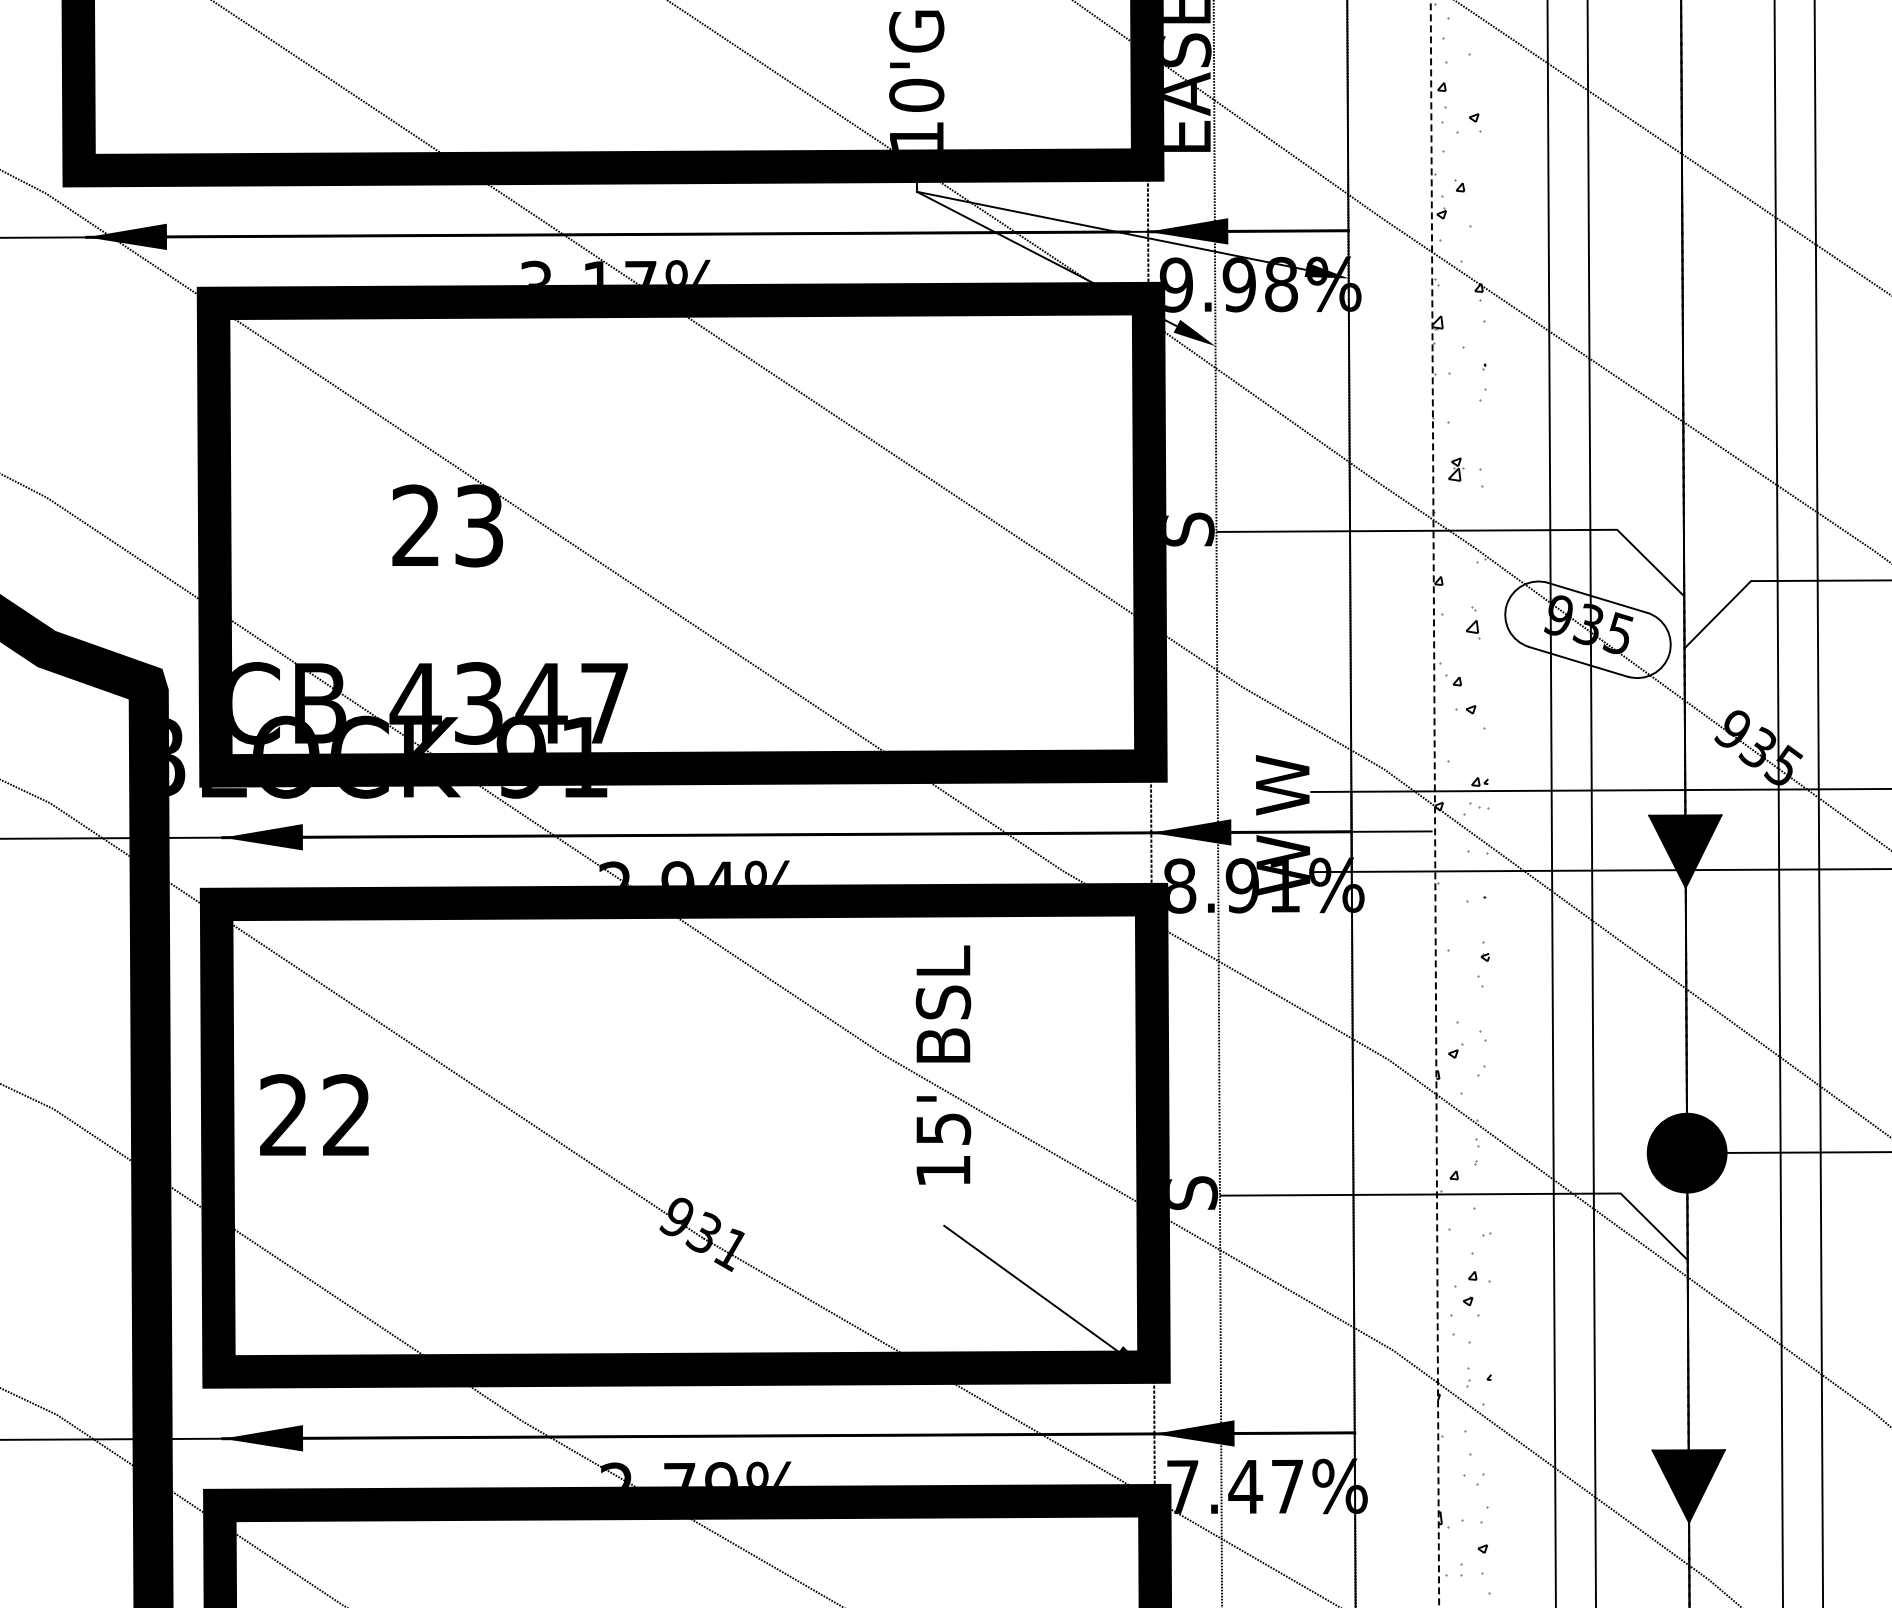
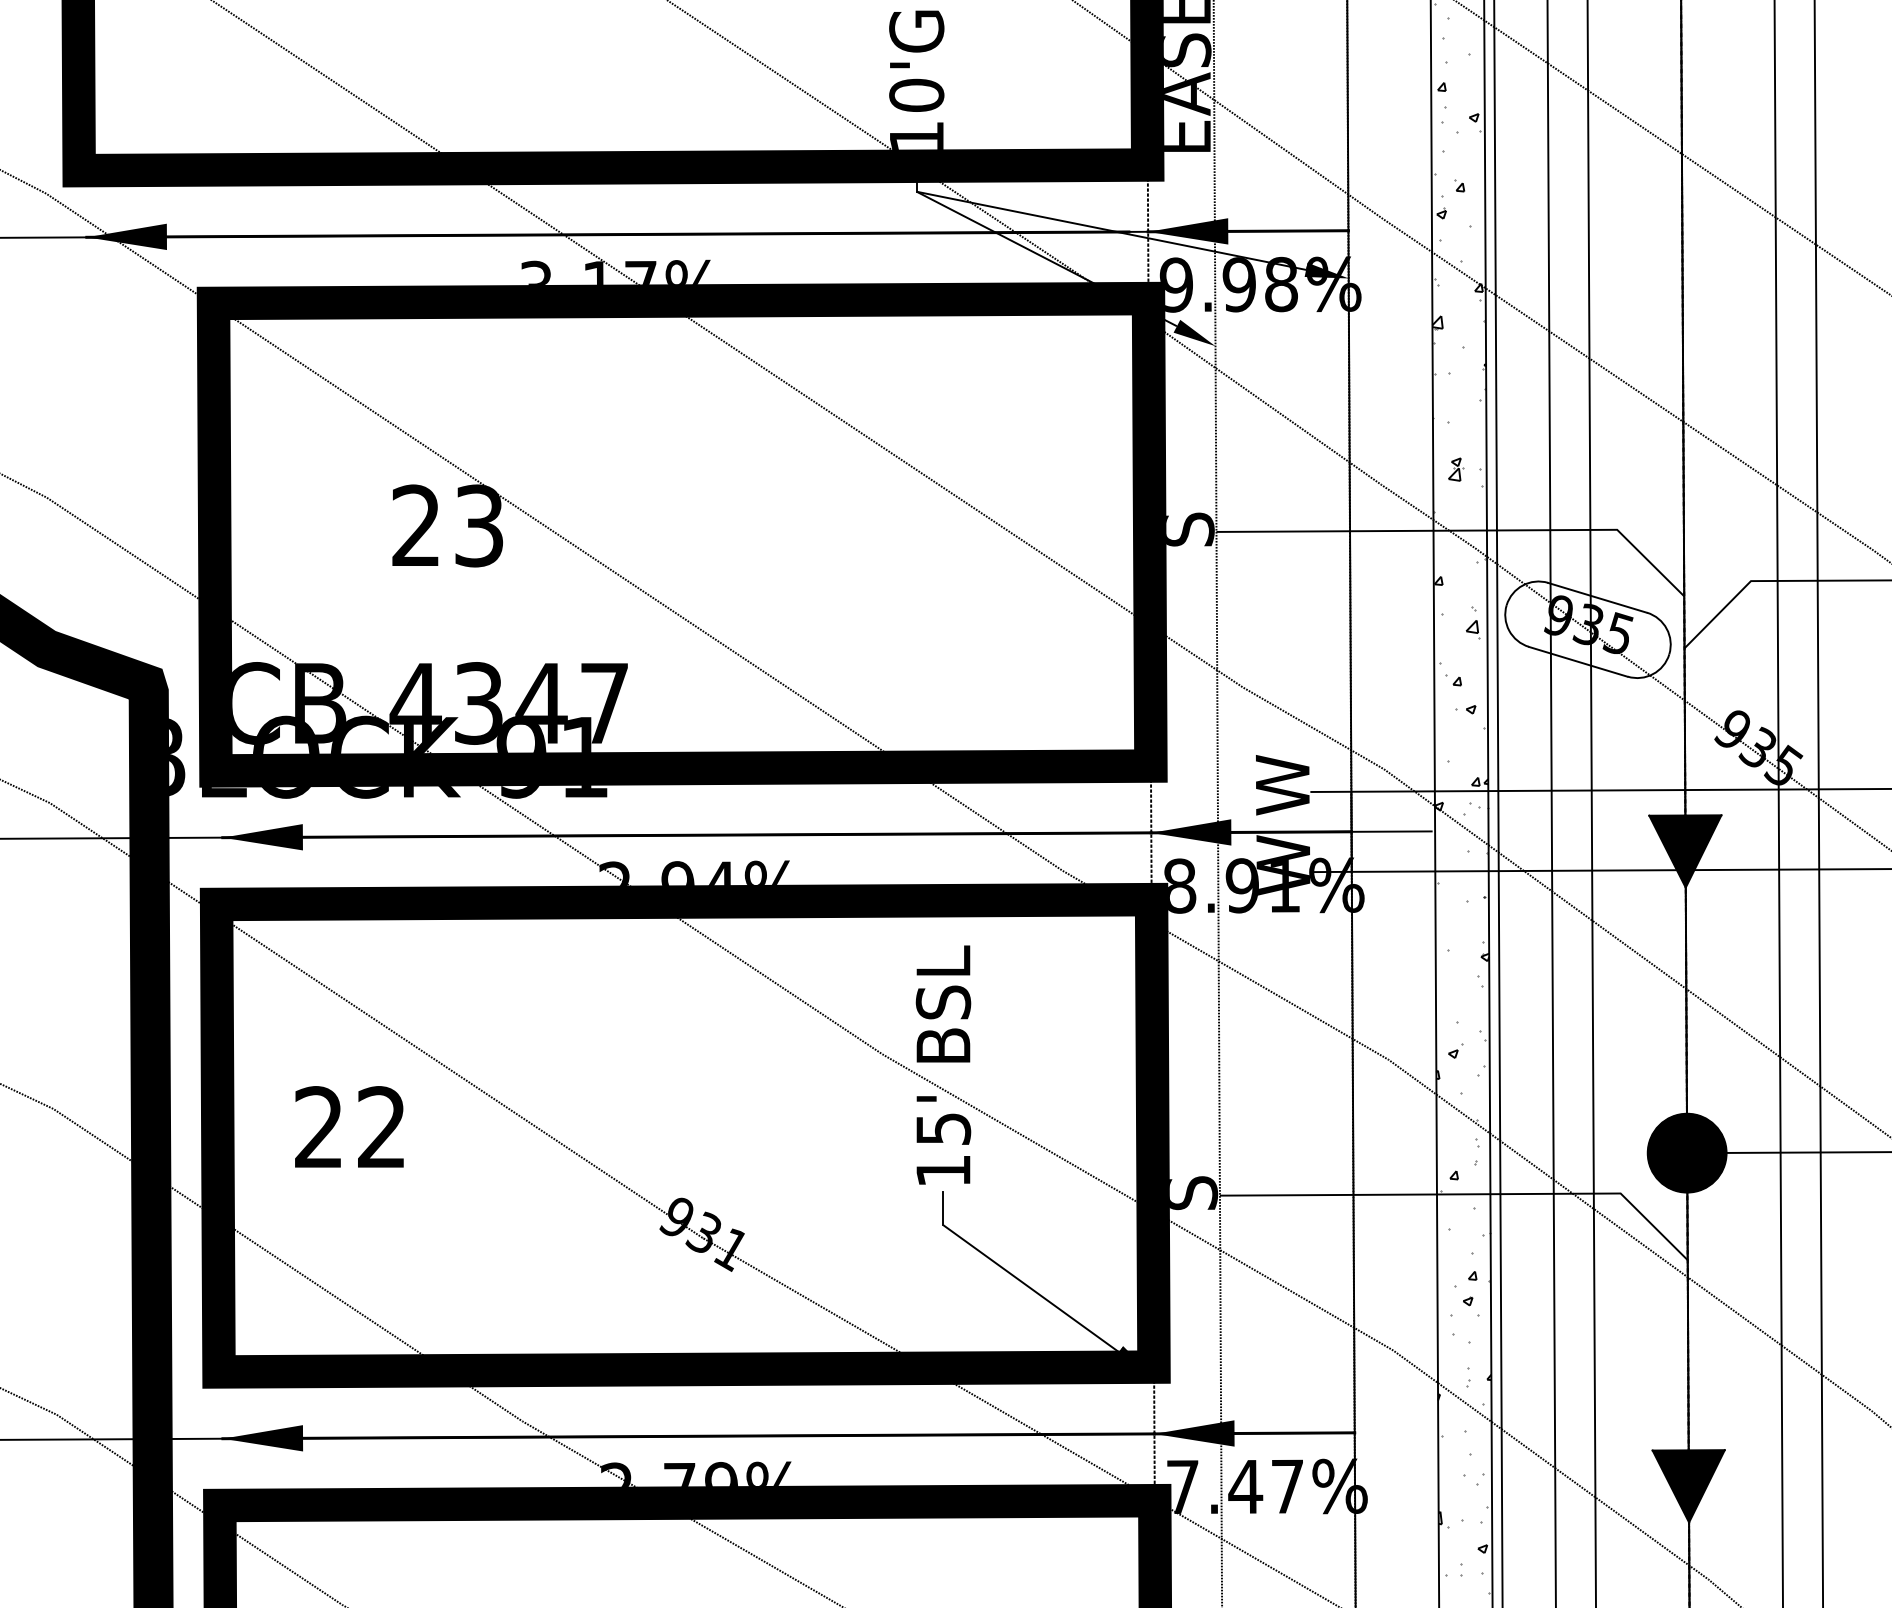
line at (1488, 803): none -> present
line at (1498, 803): none -> present
line at (1434, 804): dashed -> solid
text at (314, 1114) position: (314, 1114) -> (349, 1126)
line at (943, 1208): none -> present
